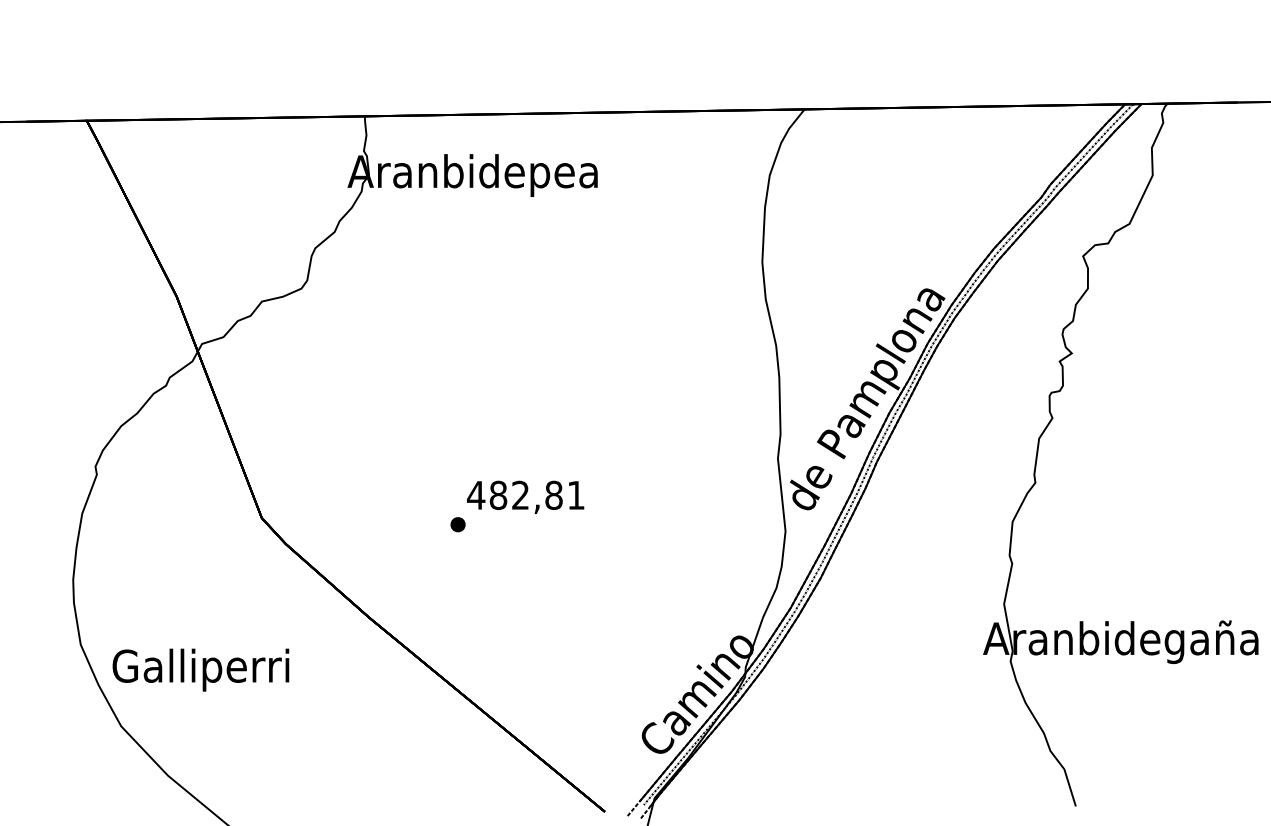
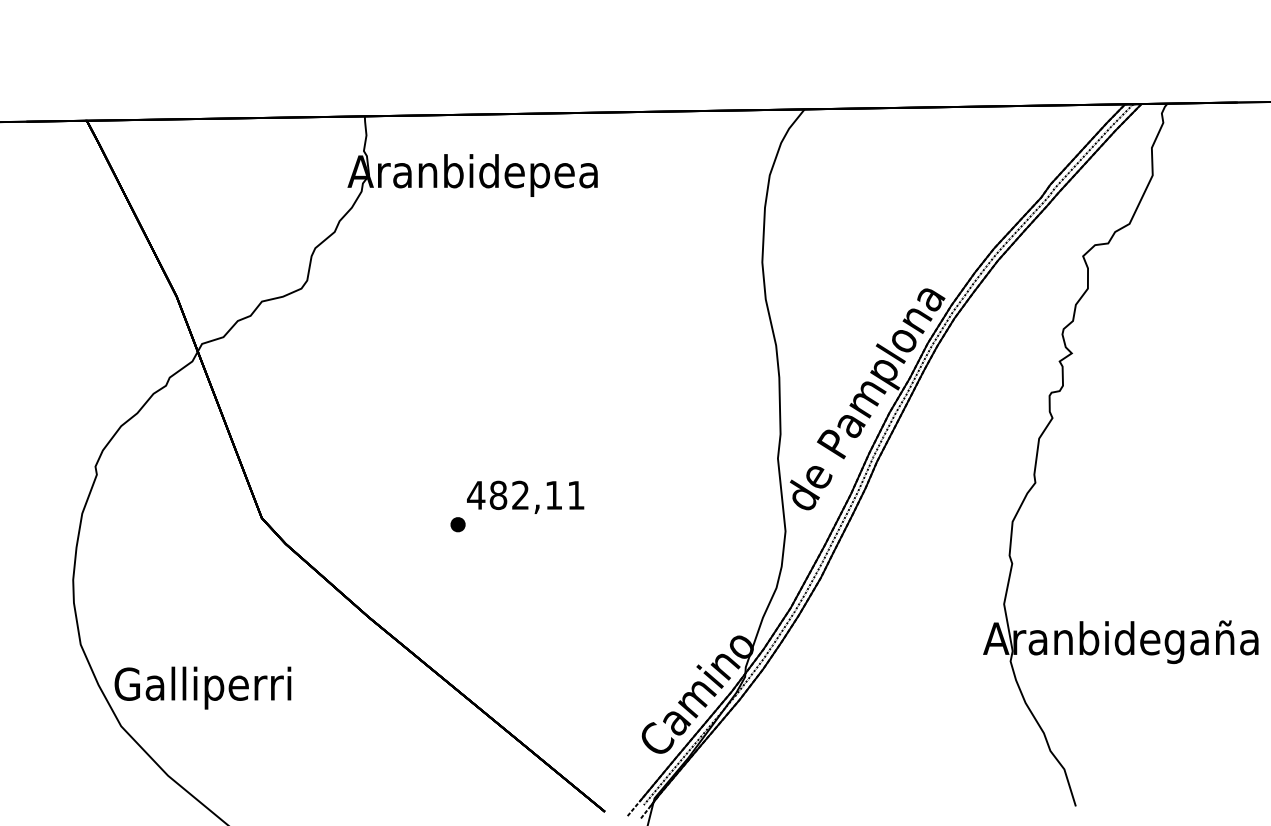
text at (553, 494): 482,81 -> 482,11
text at (200, 669) position: (200, 669) -> (202, 687)
